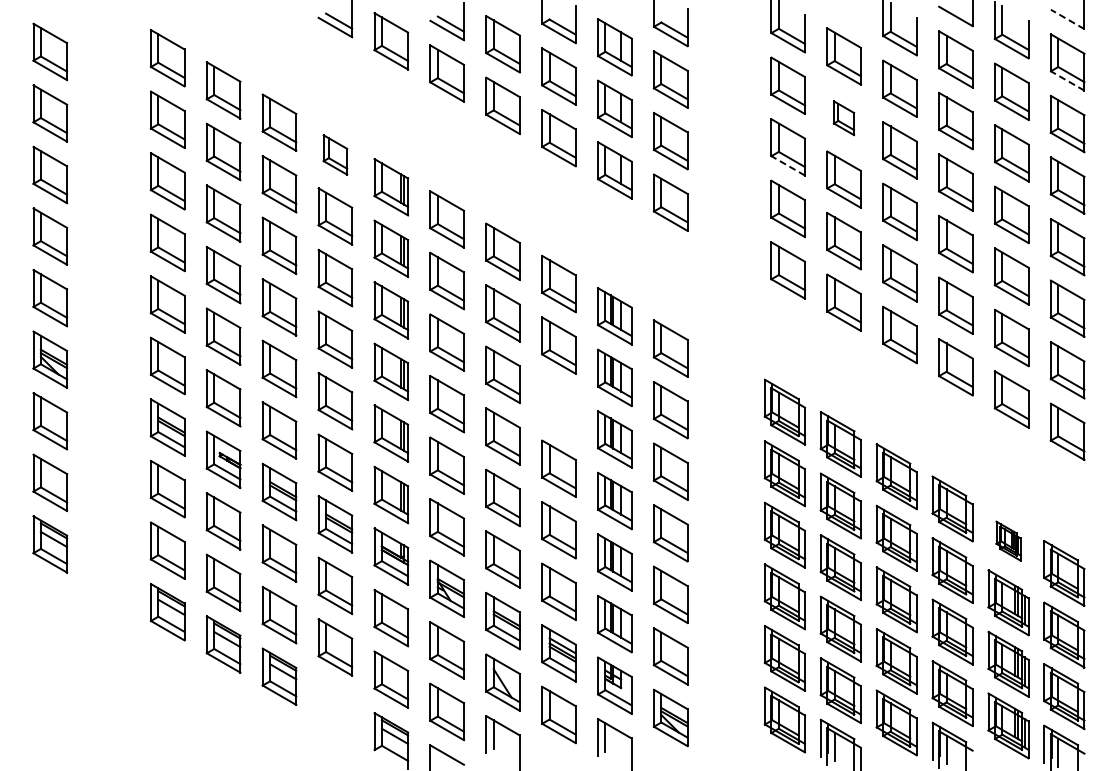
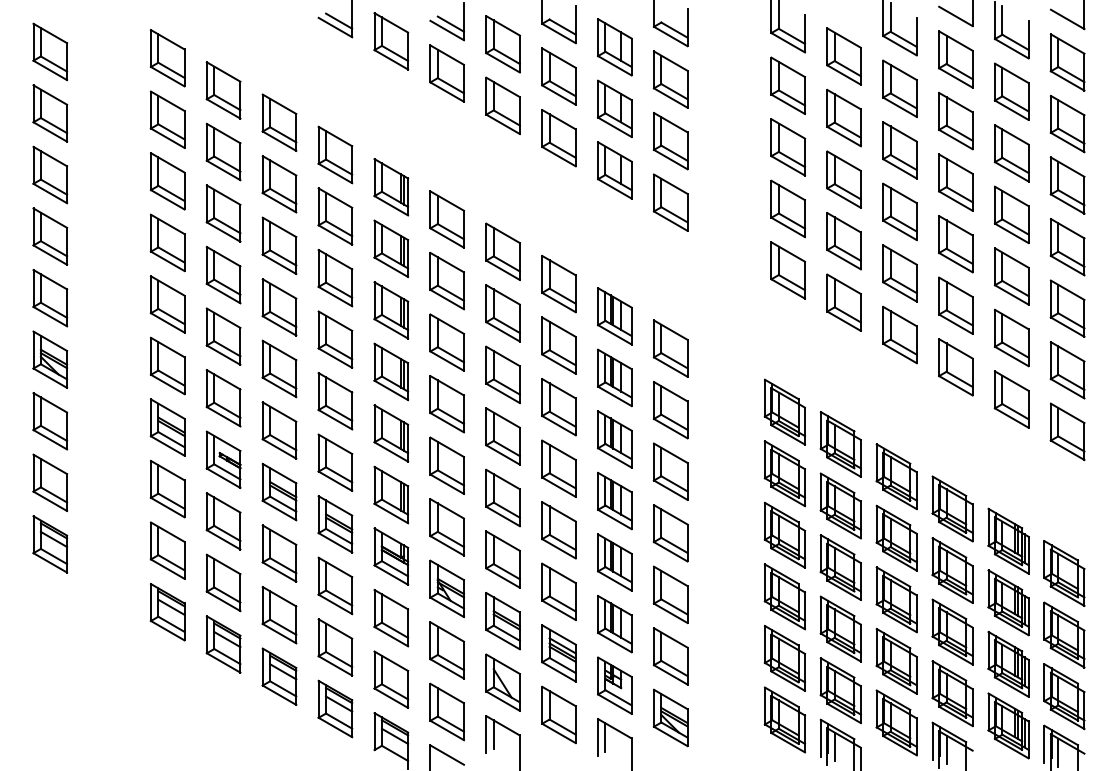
line at (1067, 19): dashed -> solid
line at (1067, 80): dashed -> solid
part at (843, 118) size: 24x37 px -> 36x59 px
part at (335, 154) size: 27x42 px -> 37x60 px
line at (787, 165): dashed -> solid
part at (558, 407): none -> present
part at (1008, 540) size: 27x42 px -> 43x68 px
part at (335, 708): none -> present
